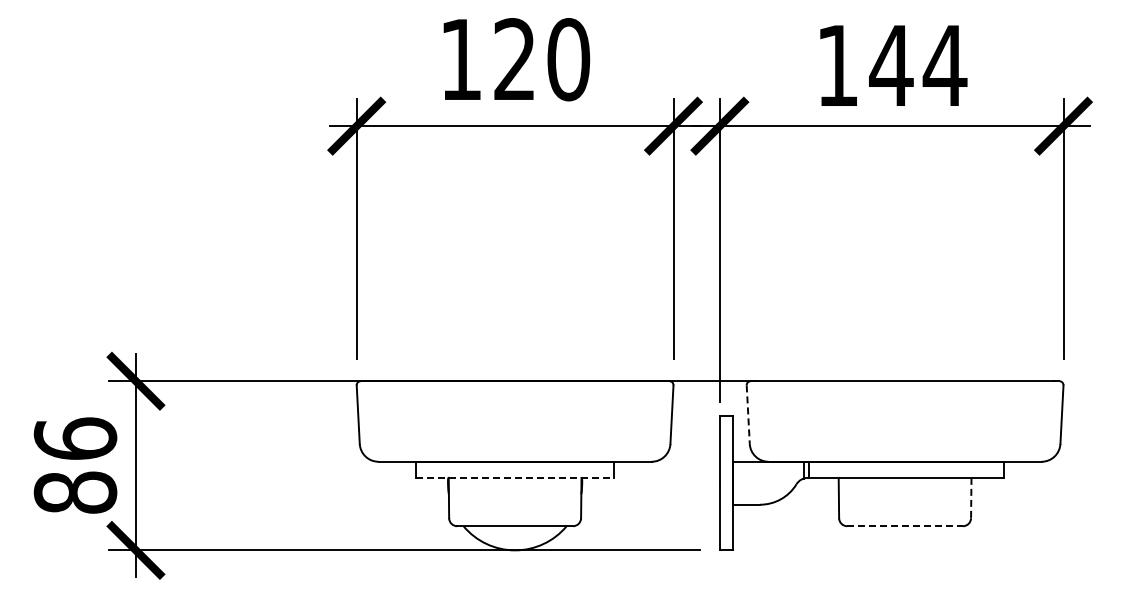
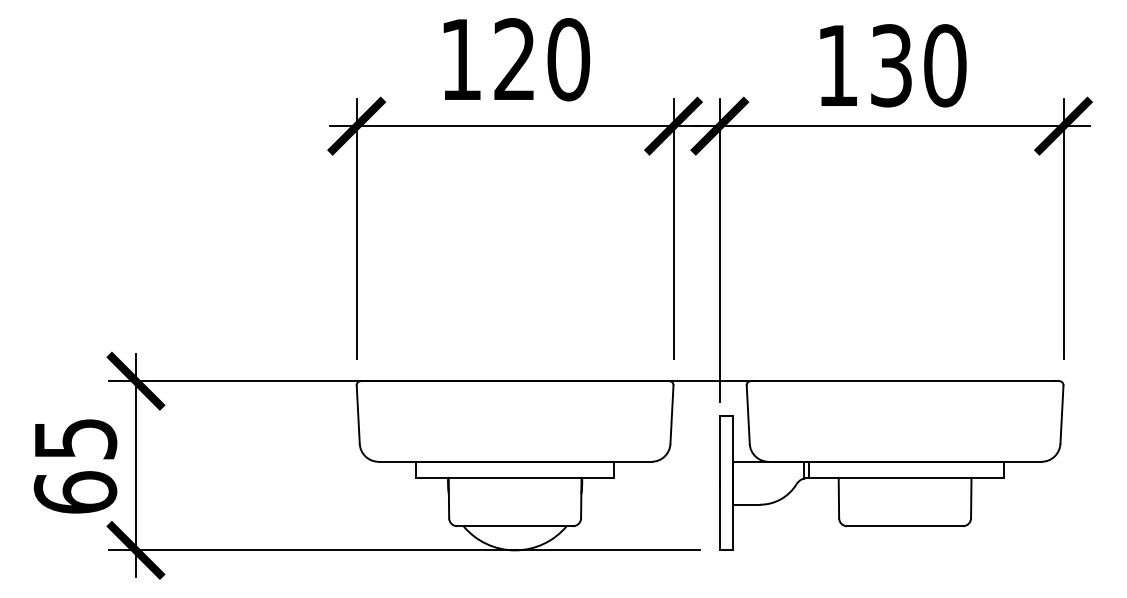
text at (918, 65): 144 -> 130
line at (748, 415): dashed -> solid
text at (75, 465): 86 -> 65
line at (515, 477): dashed -> solid
line at (971, 498): dashed -> solid
line at (905, 526): dashed -> solid
